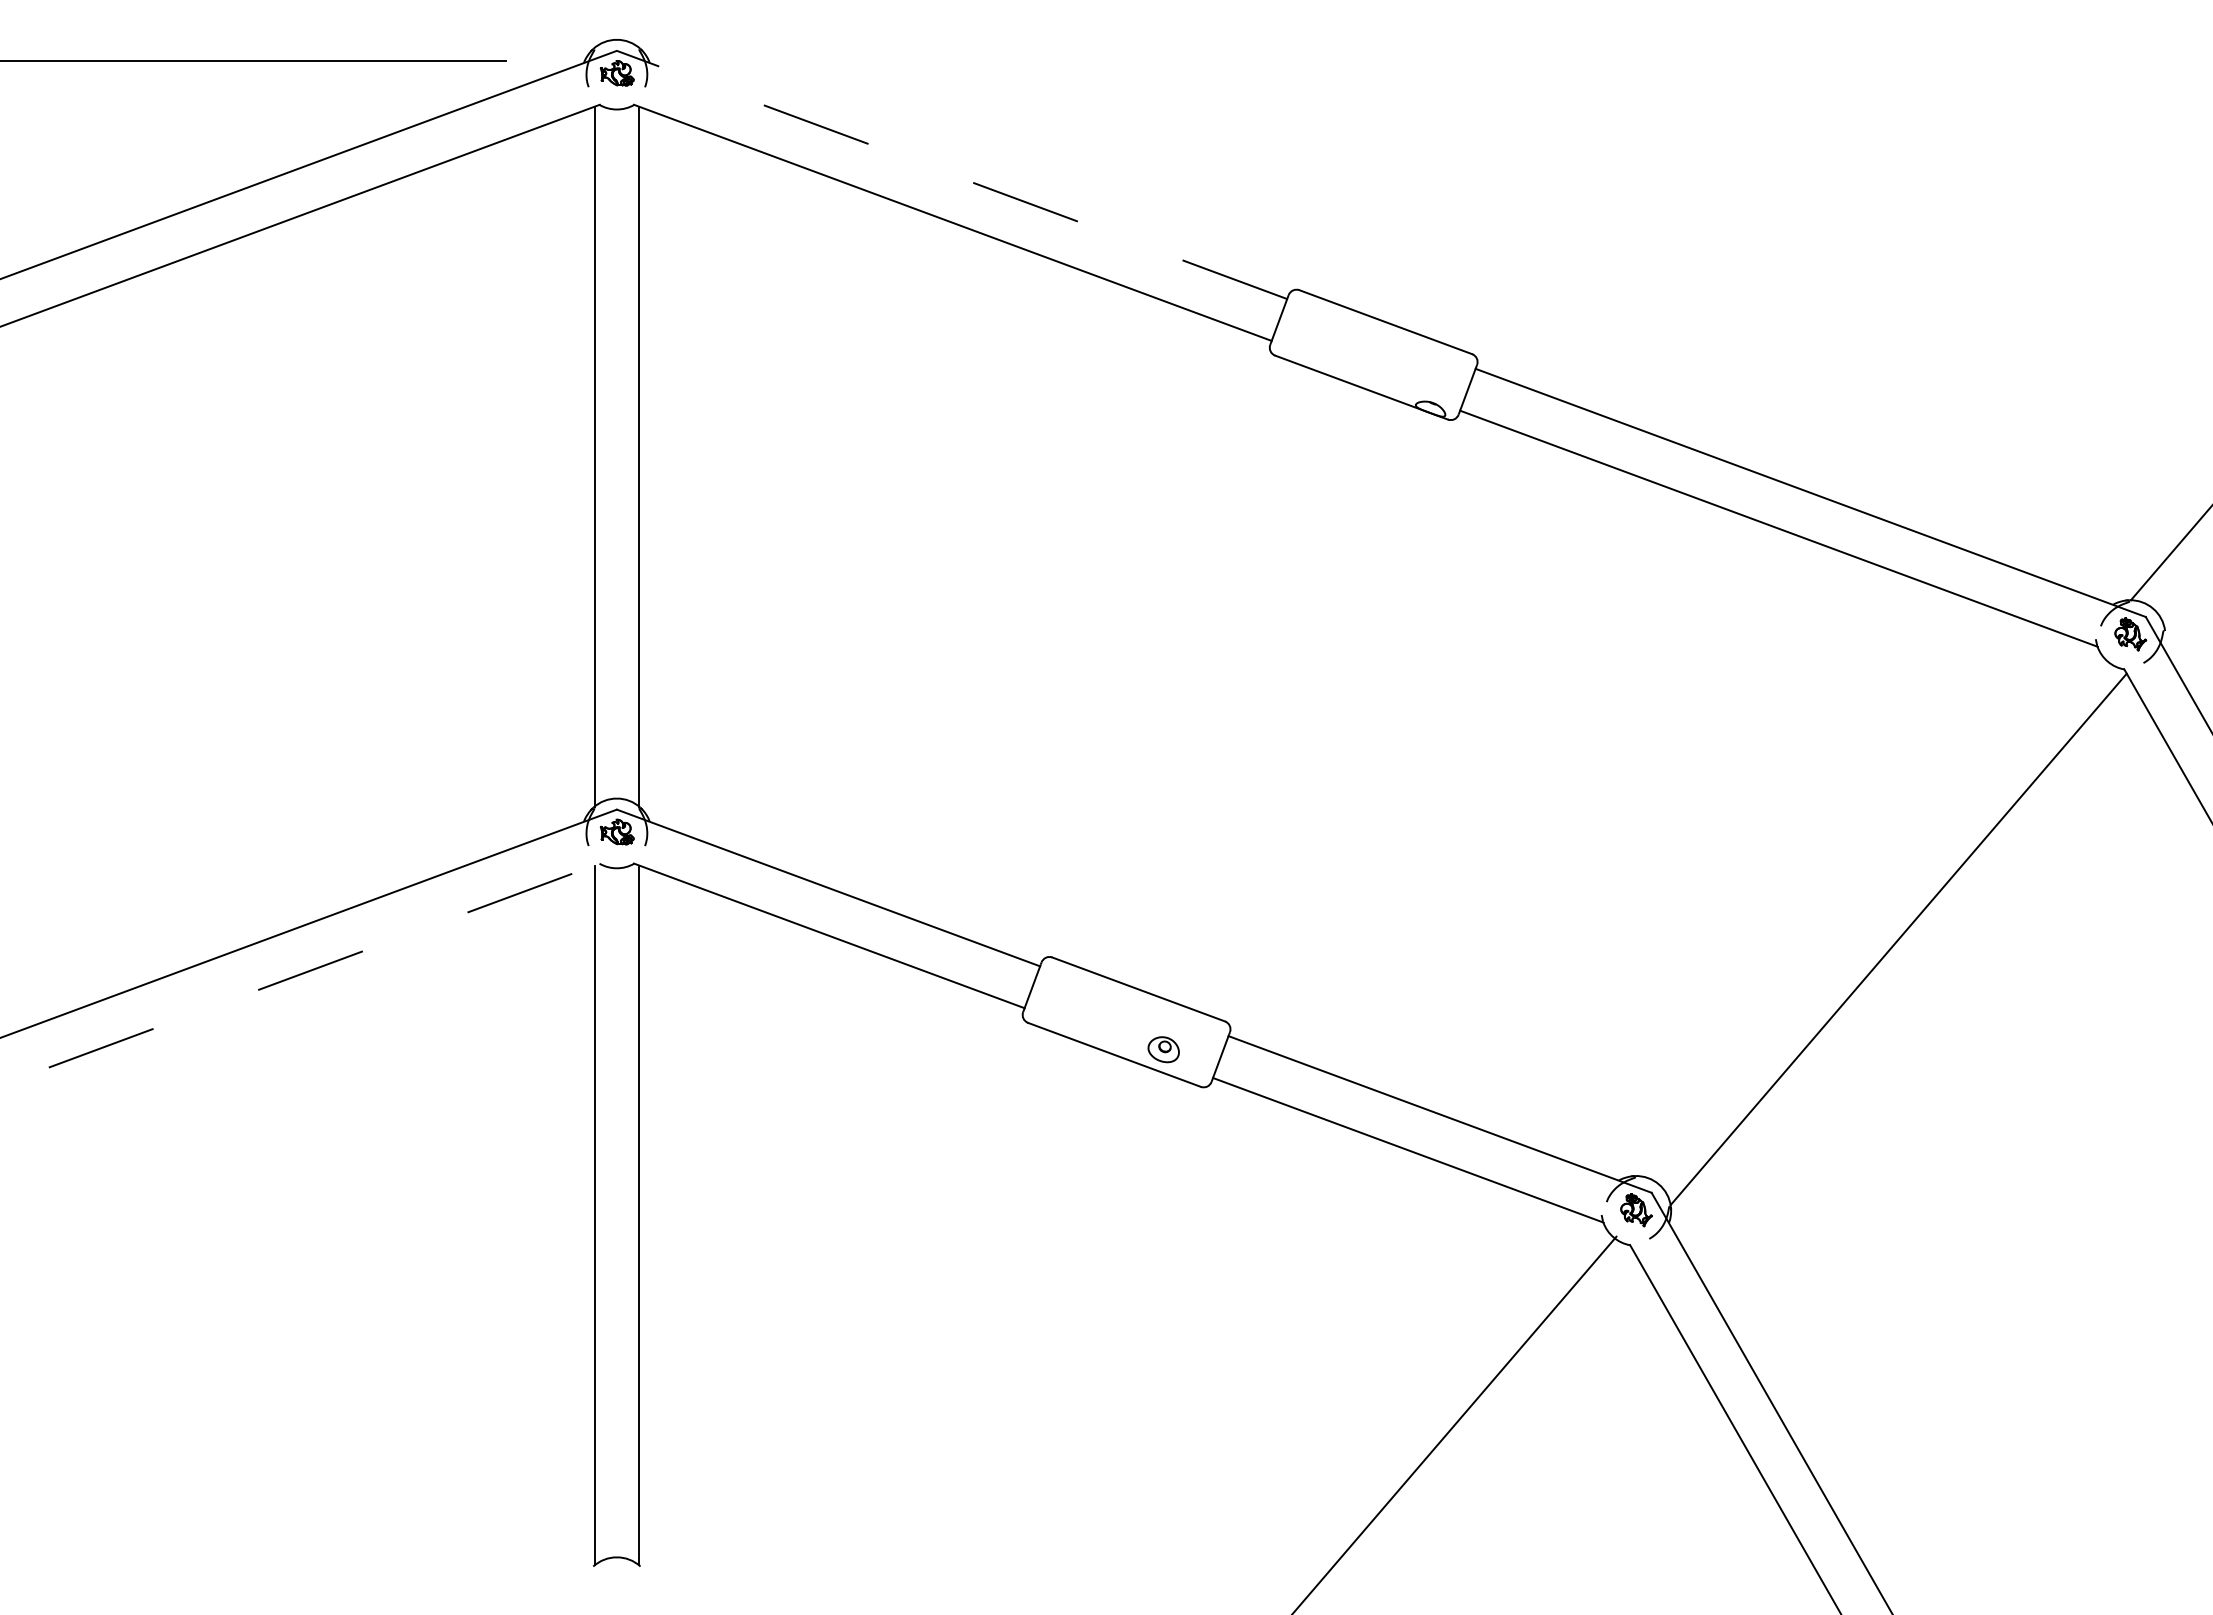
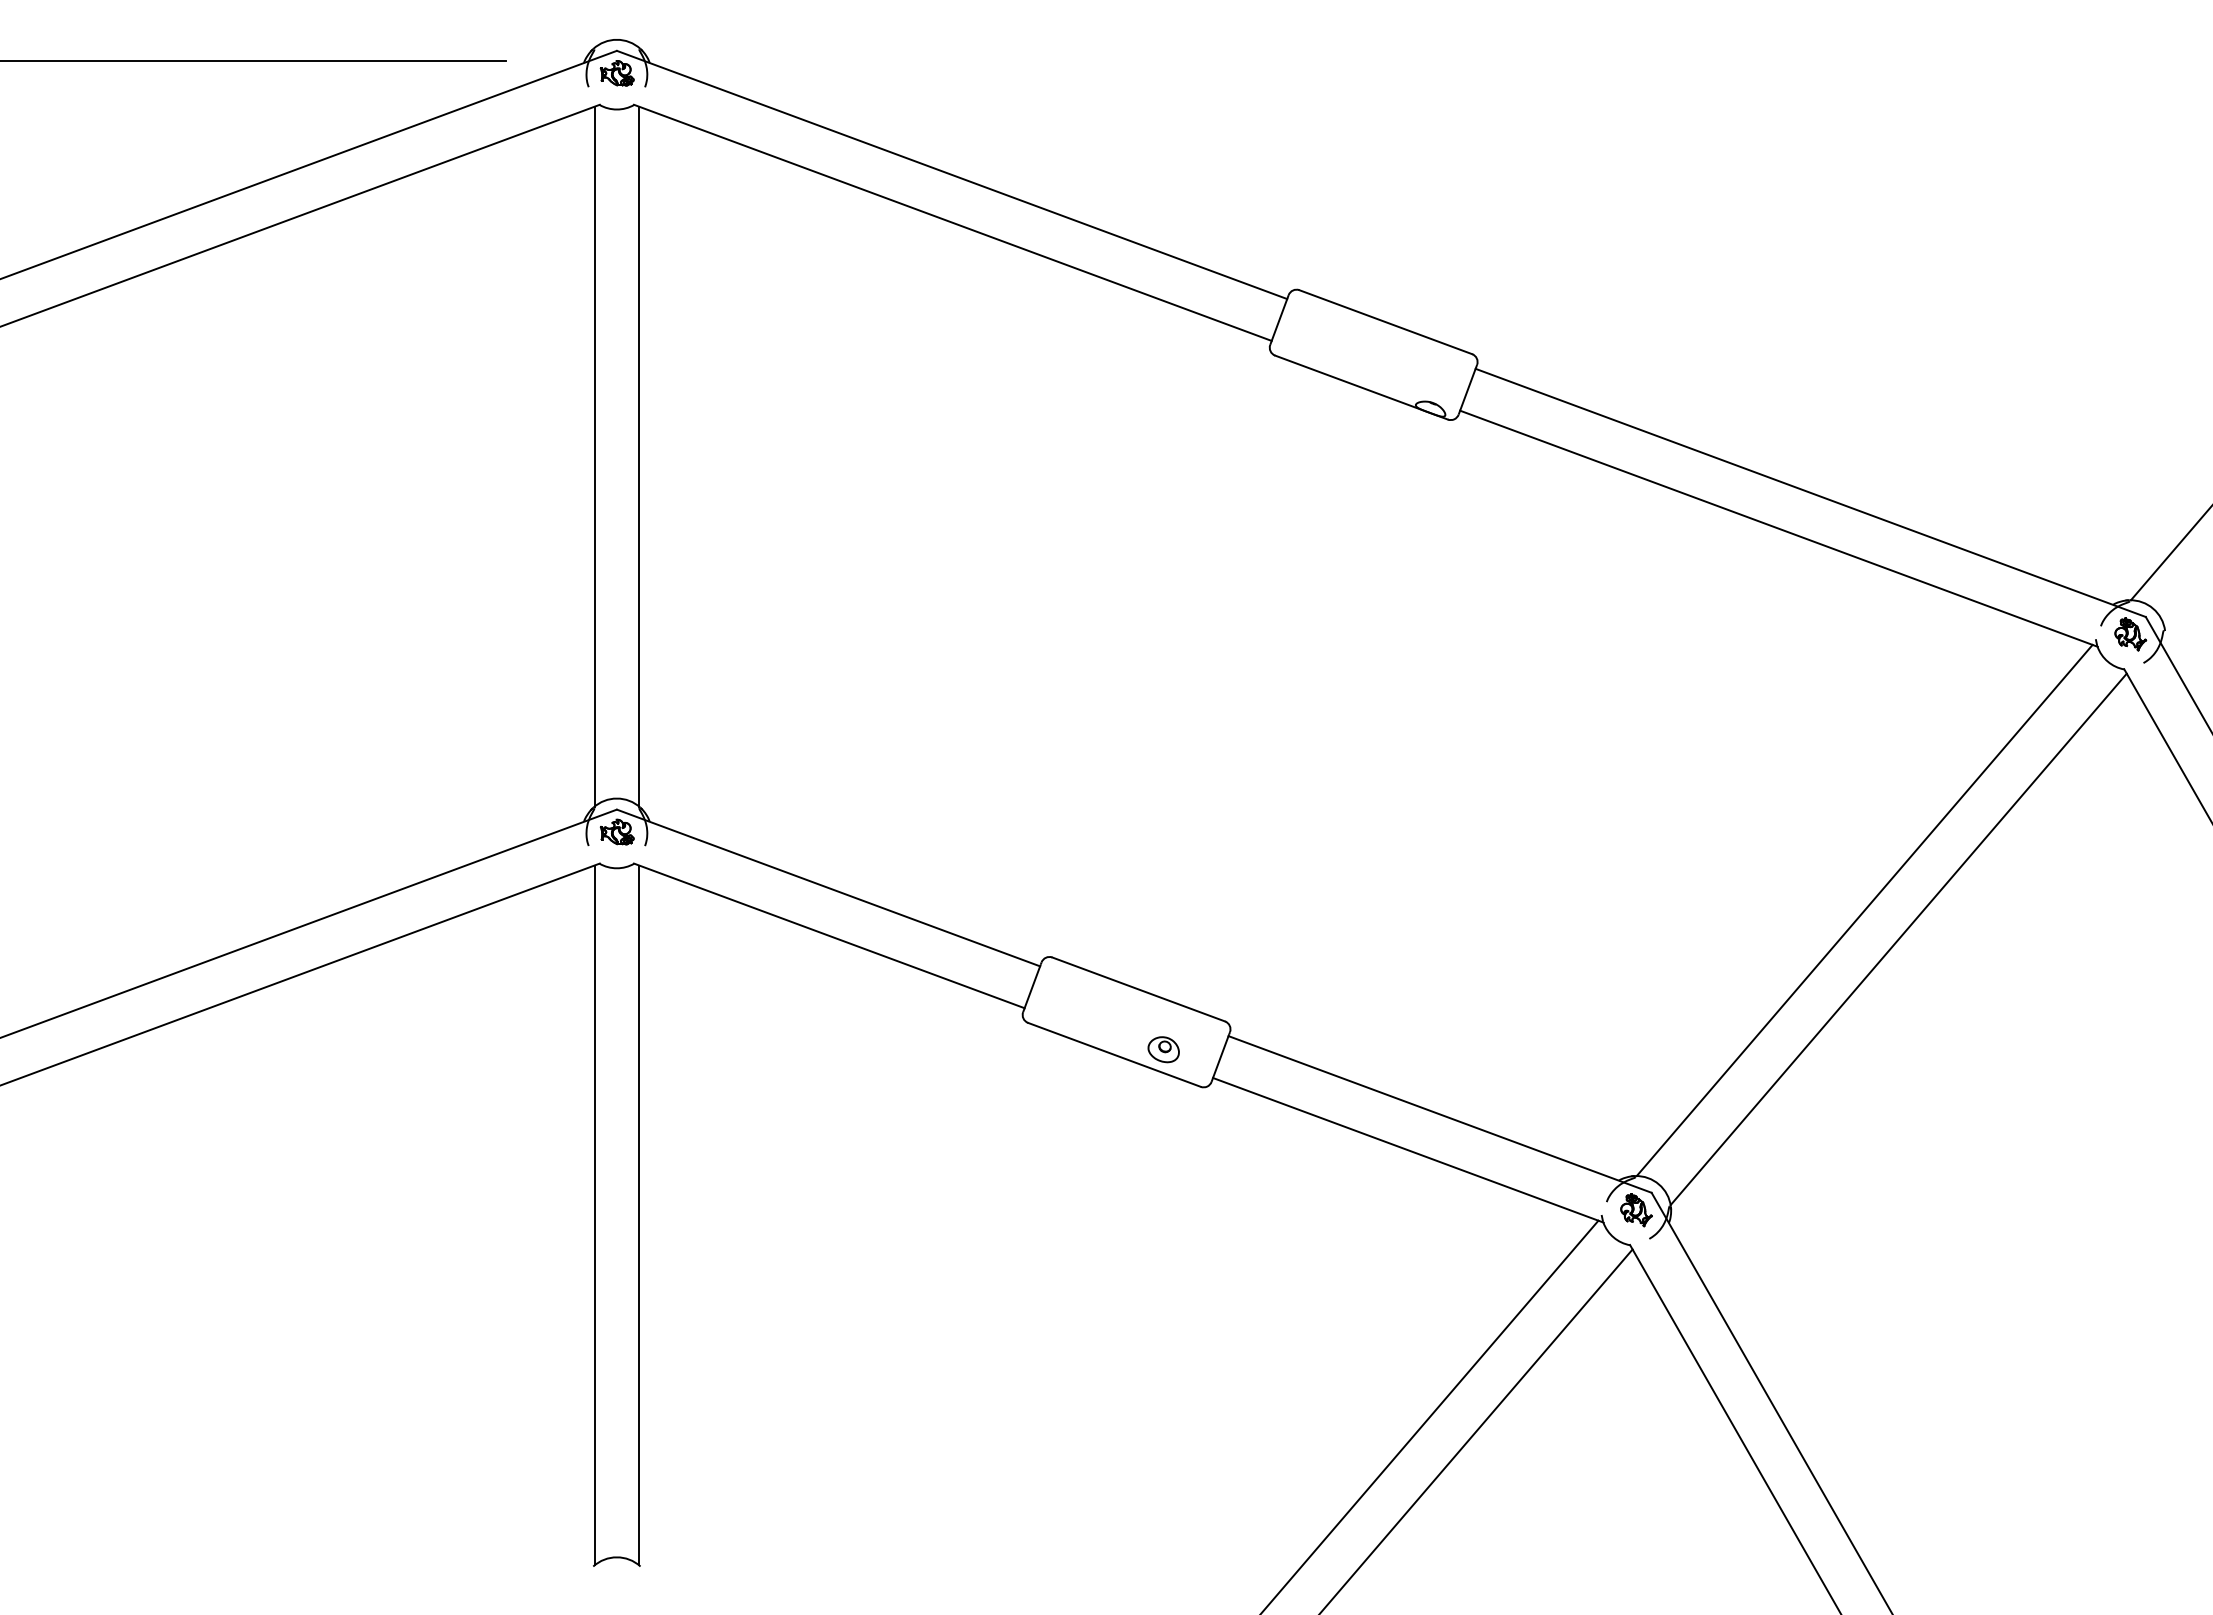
line at (951, 174): dashed -> solid
line at (1864, 910): none -> present
line at (300, 974): dashed -> solid
line at (1455, 1423) position: (1455, 1423) -> (1430, 1415)
line at (1476, 1430): none -> present
